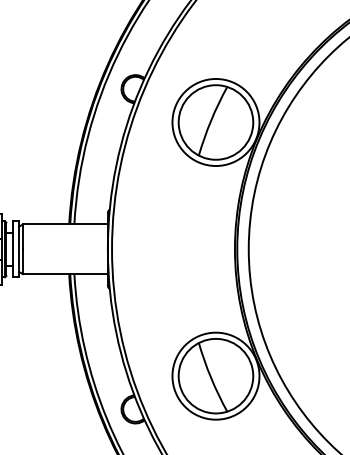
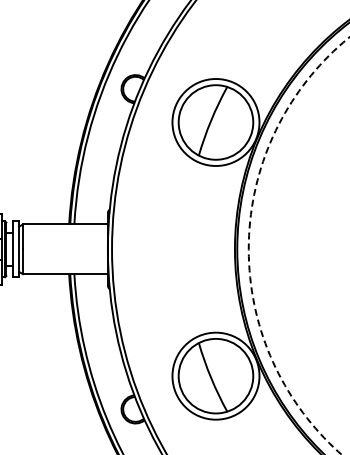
circle at (298, 245): solid -> dashed
